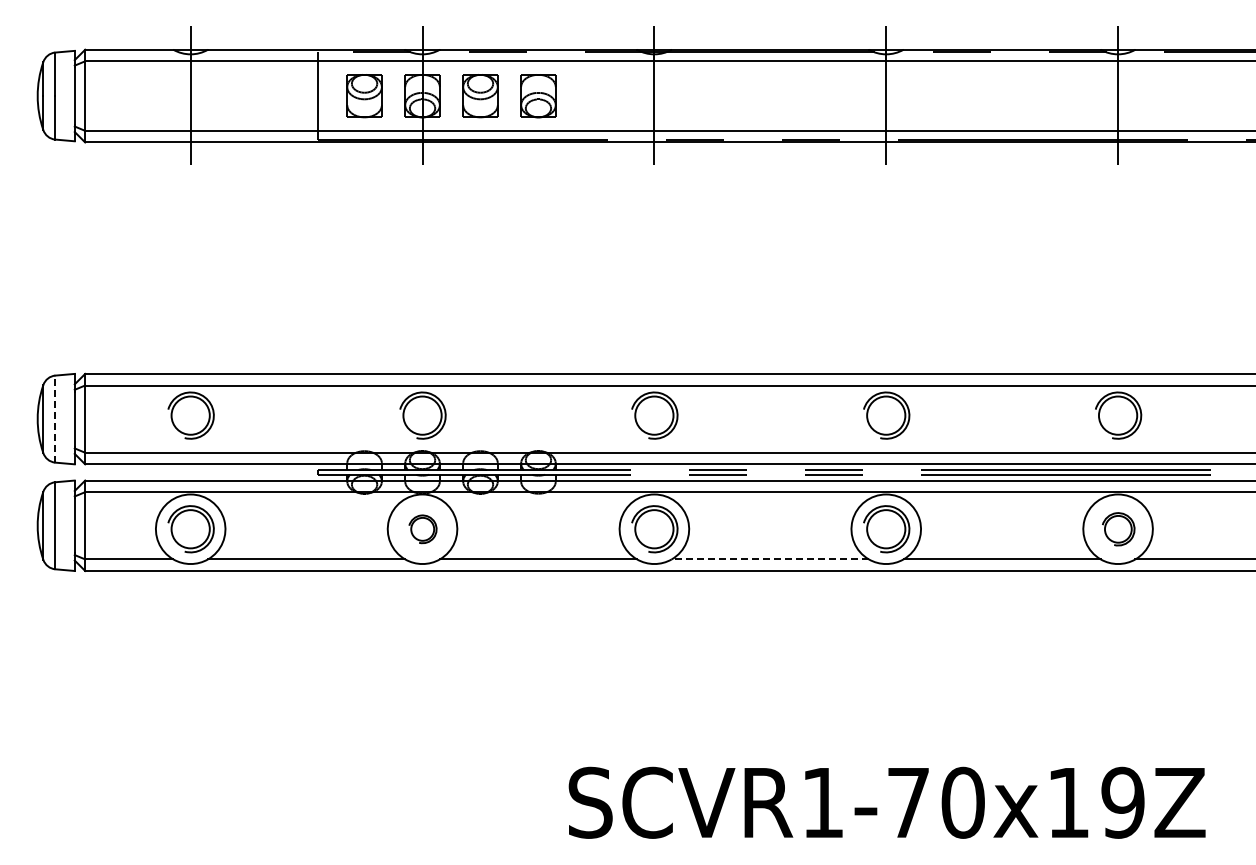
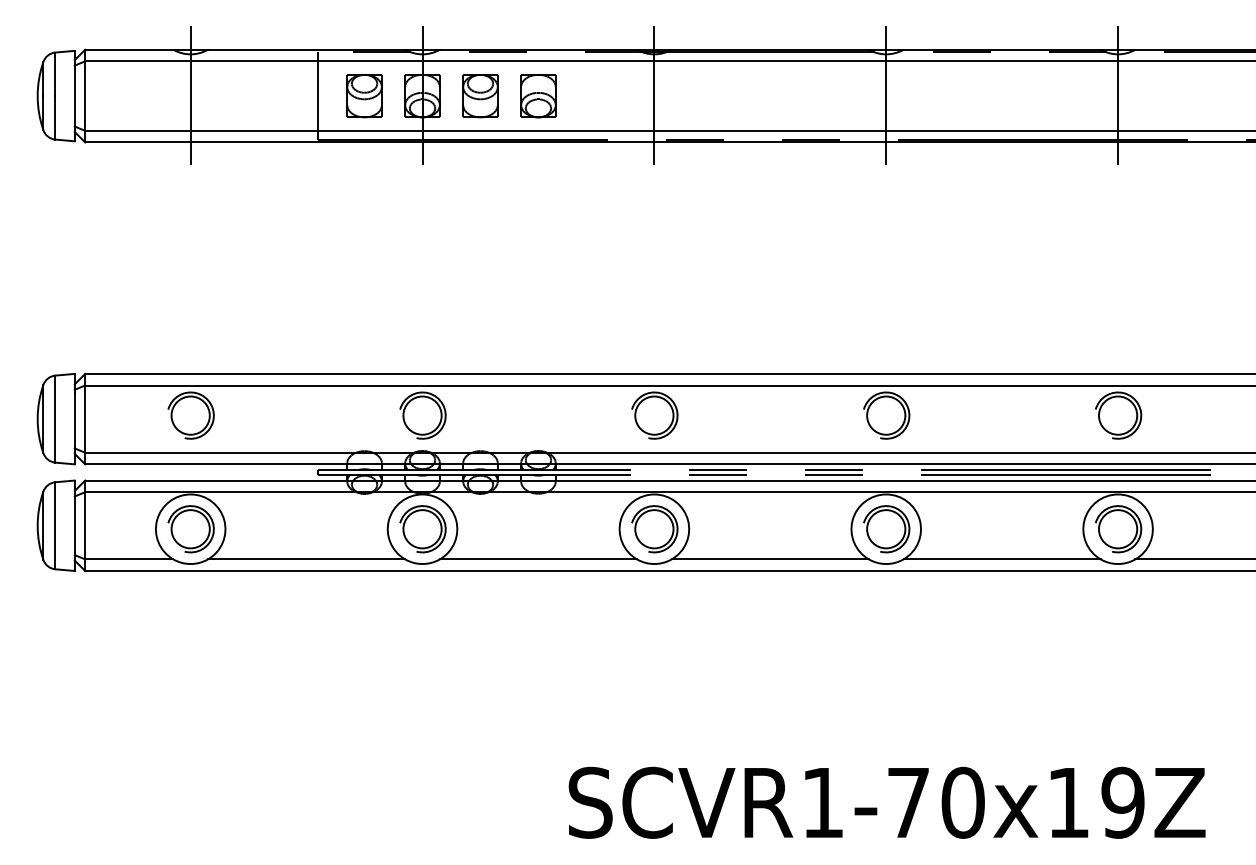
line at (55, 419): dashed -> solid
part at (422, 529) size: 30x31 px -> 48x49 px
part at (1118, 529) size: 34x35 px -> 48x49 px
line at (770, 559): dashed -> solid
